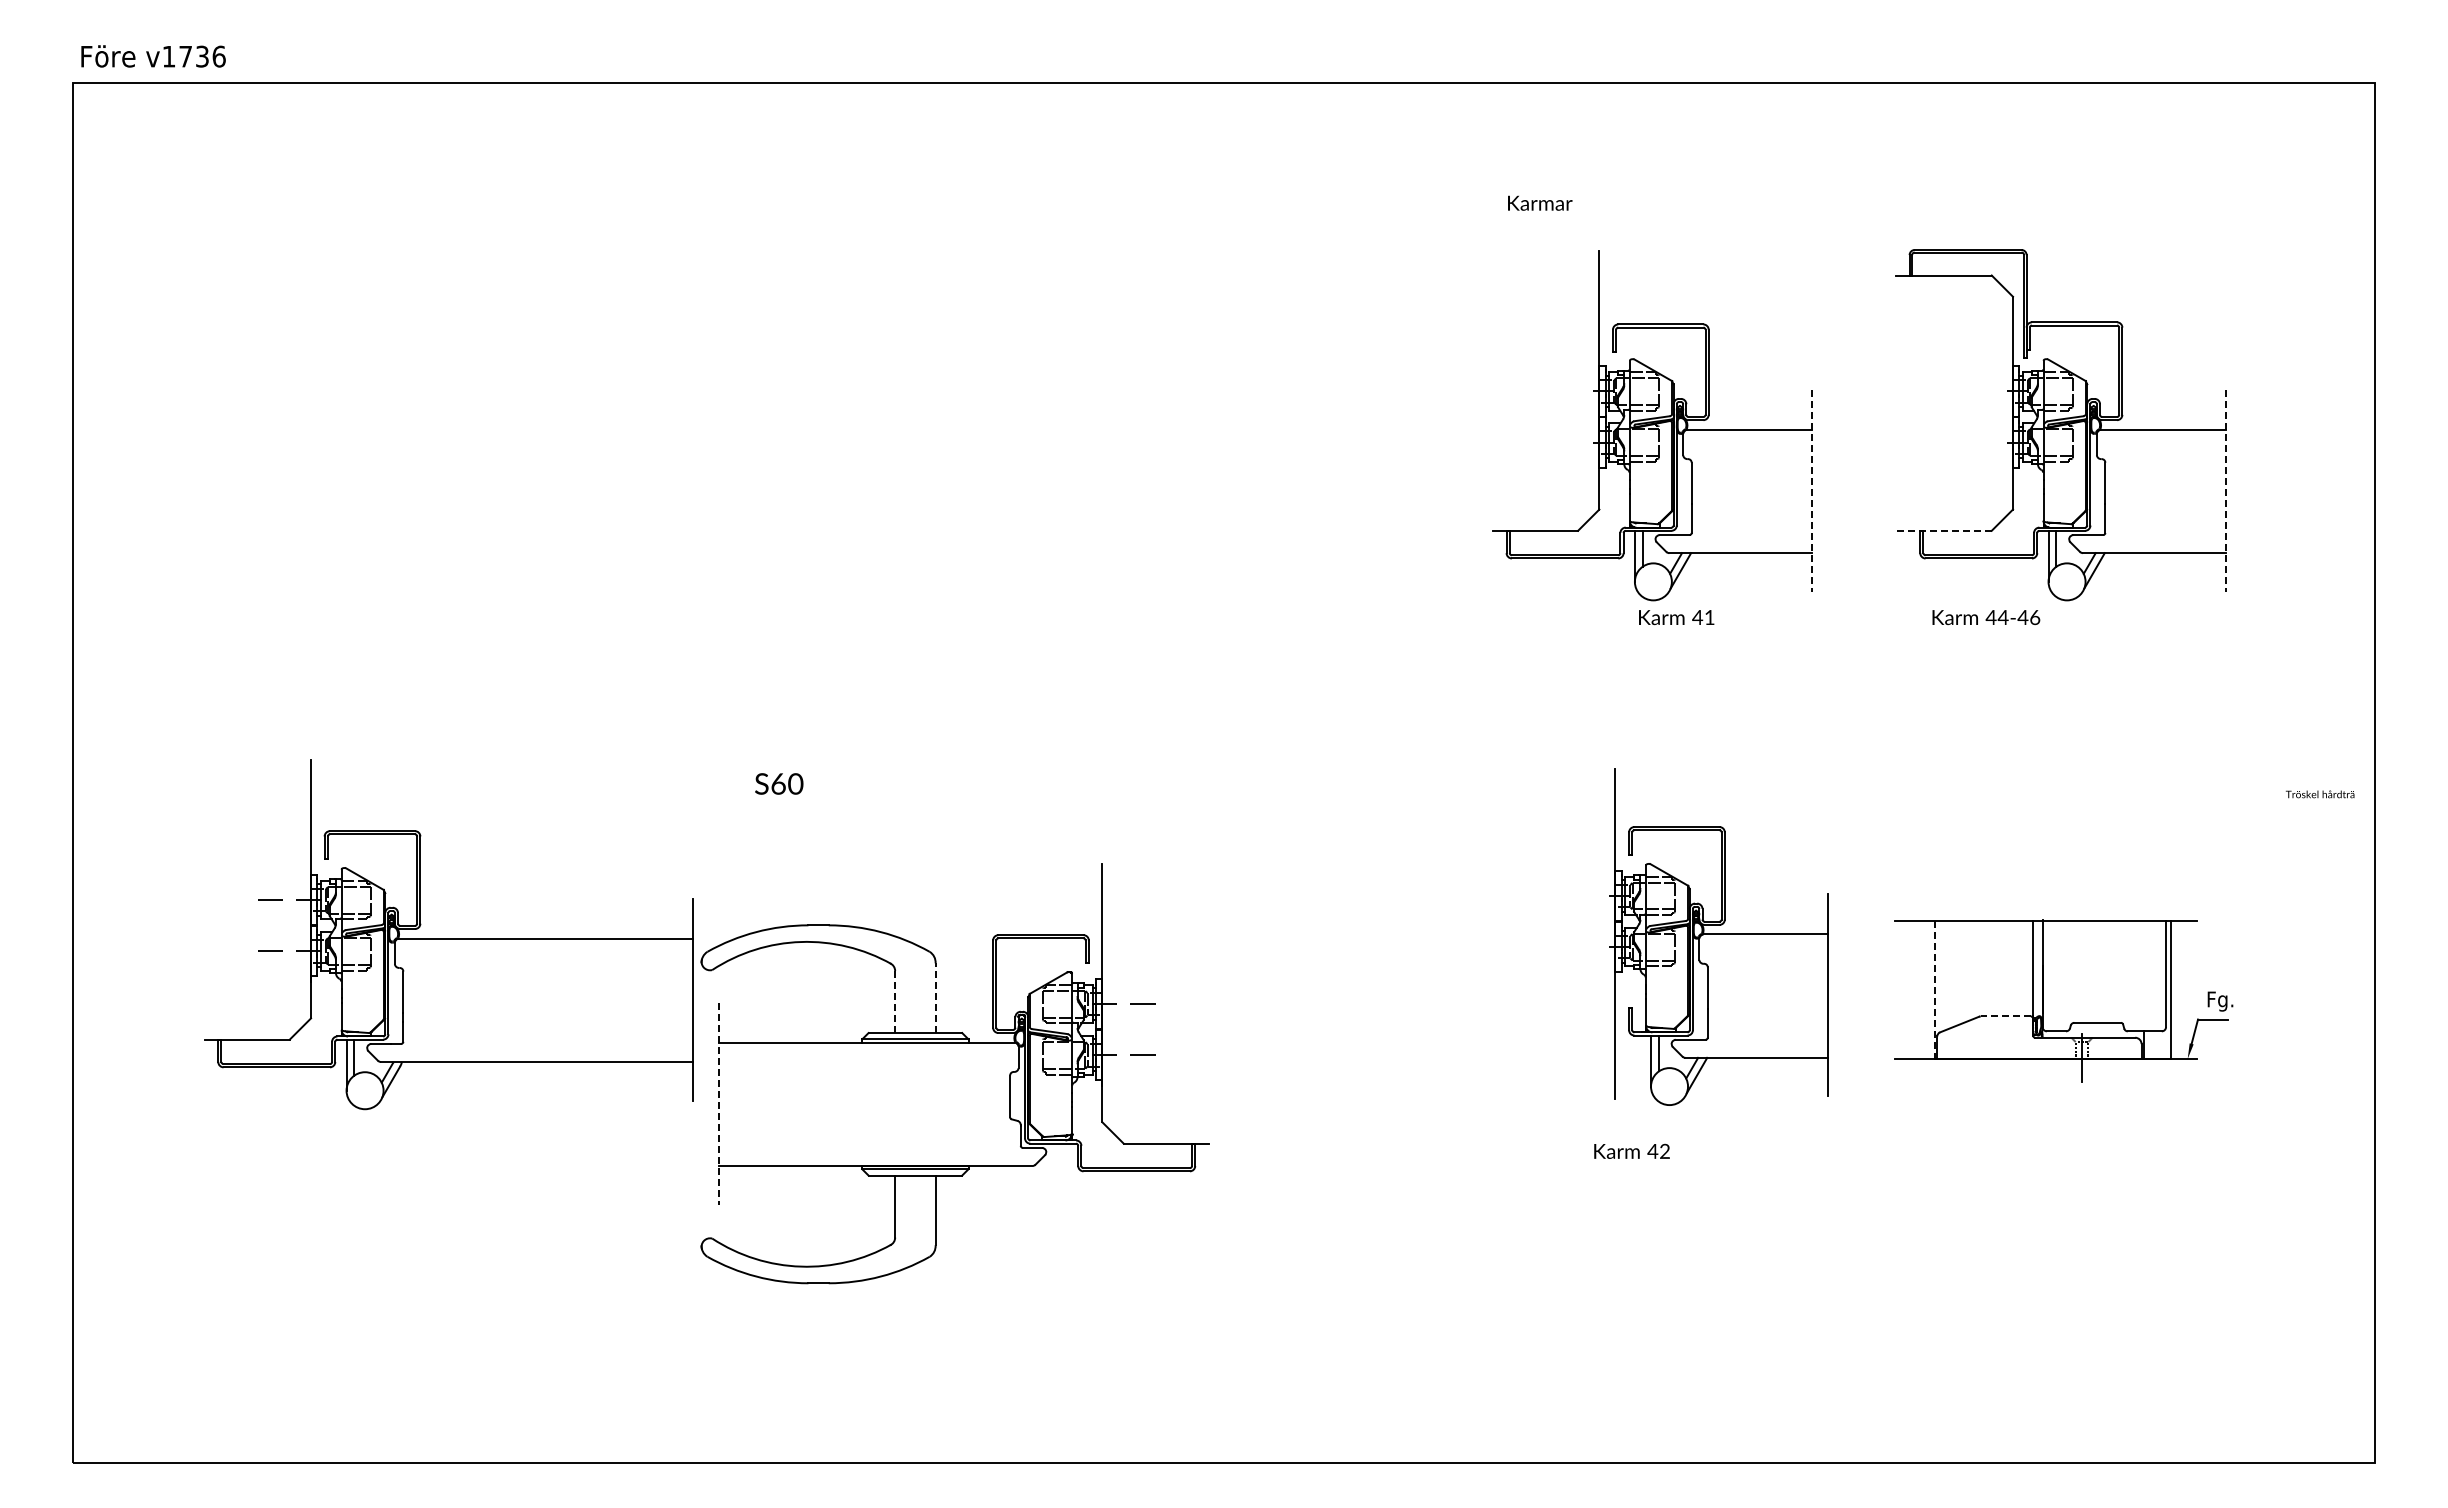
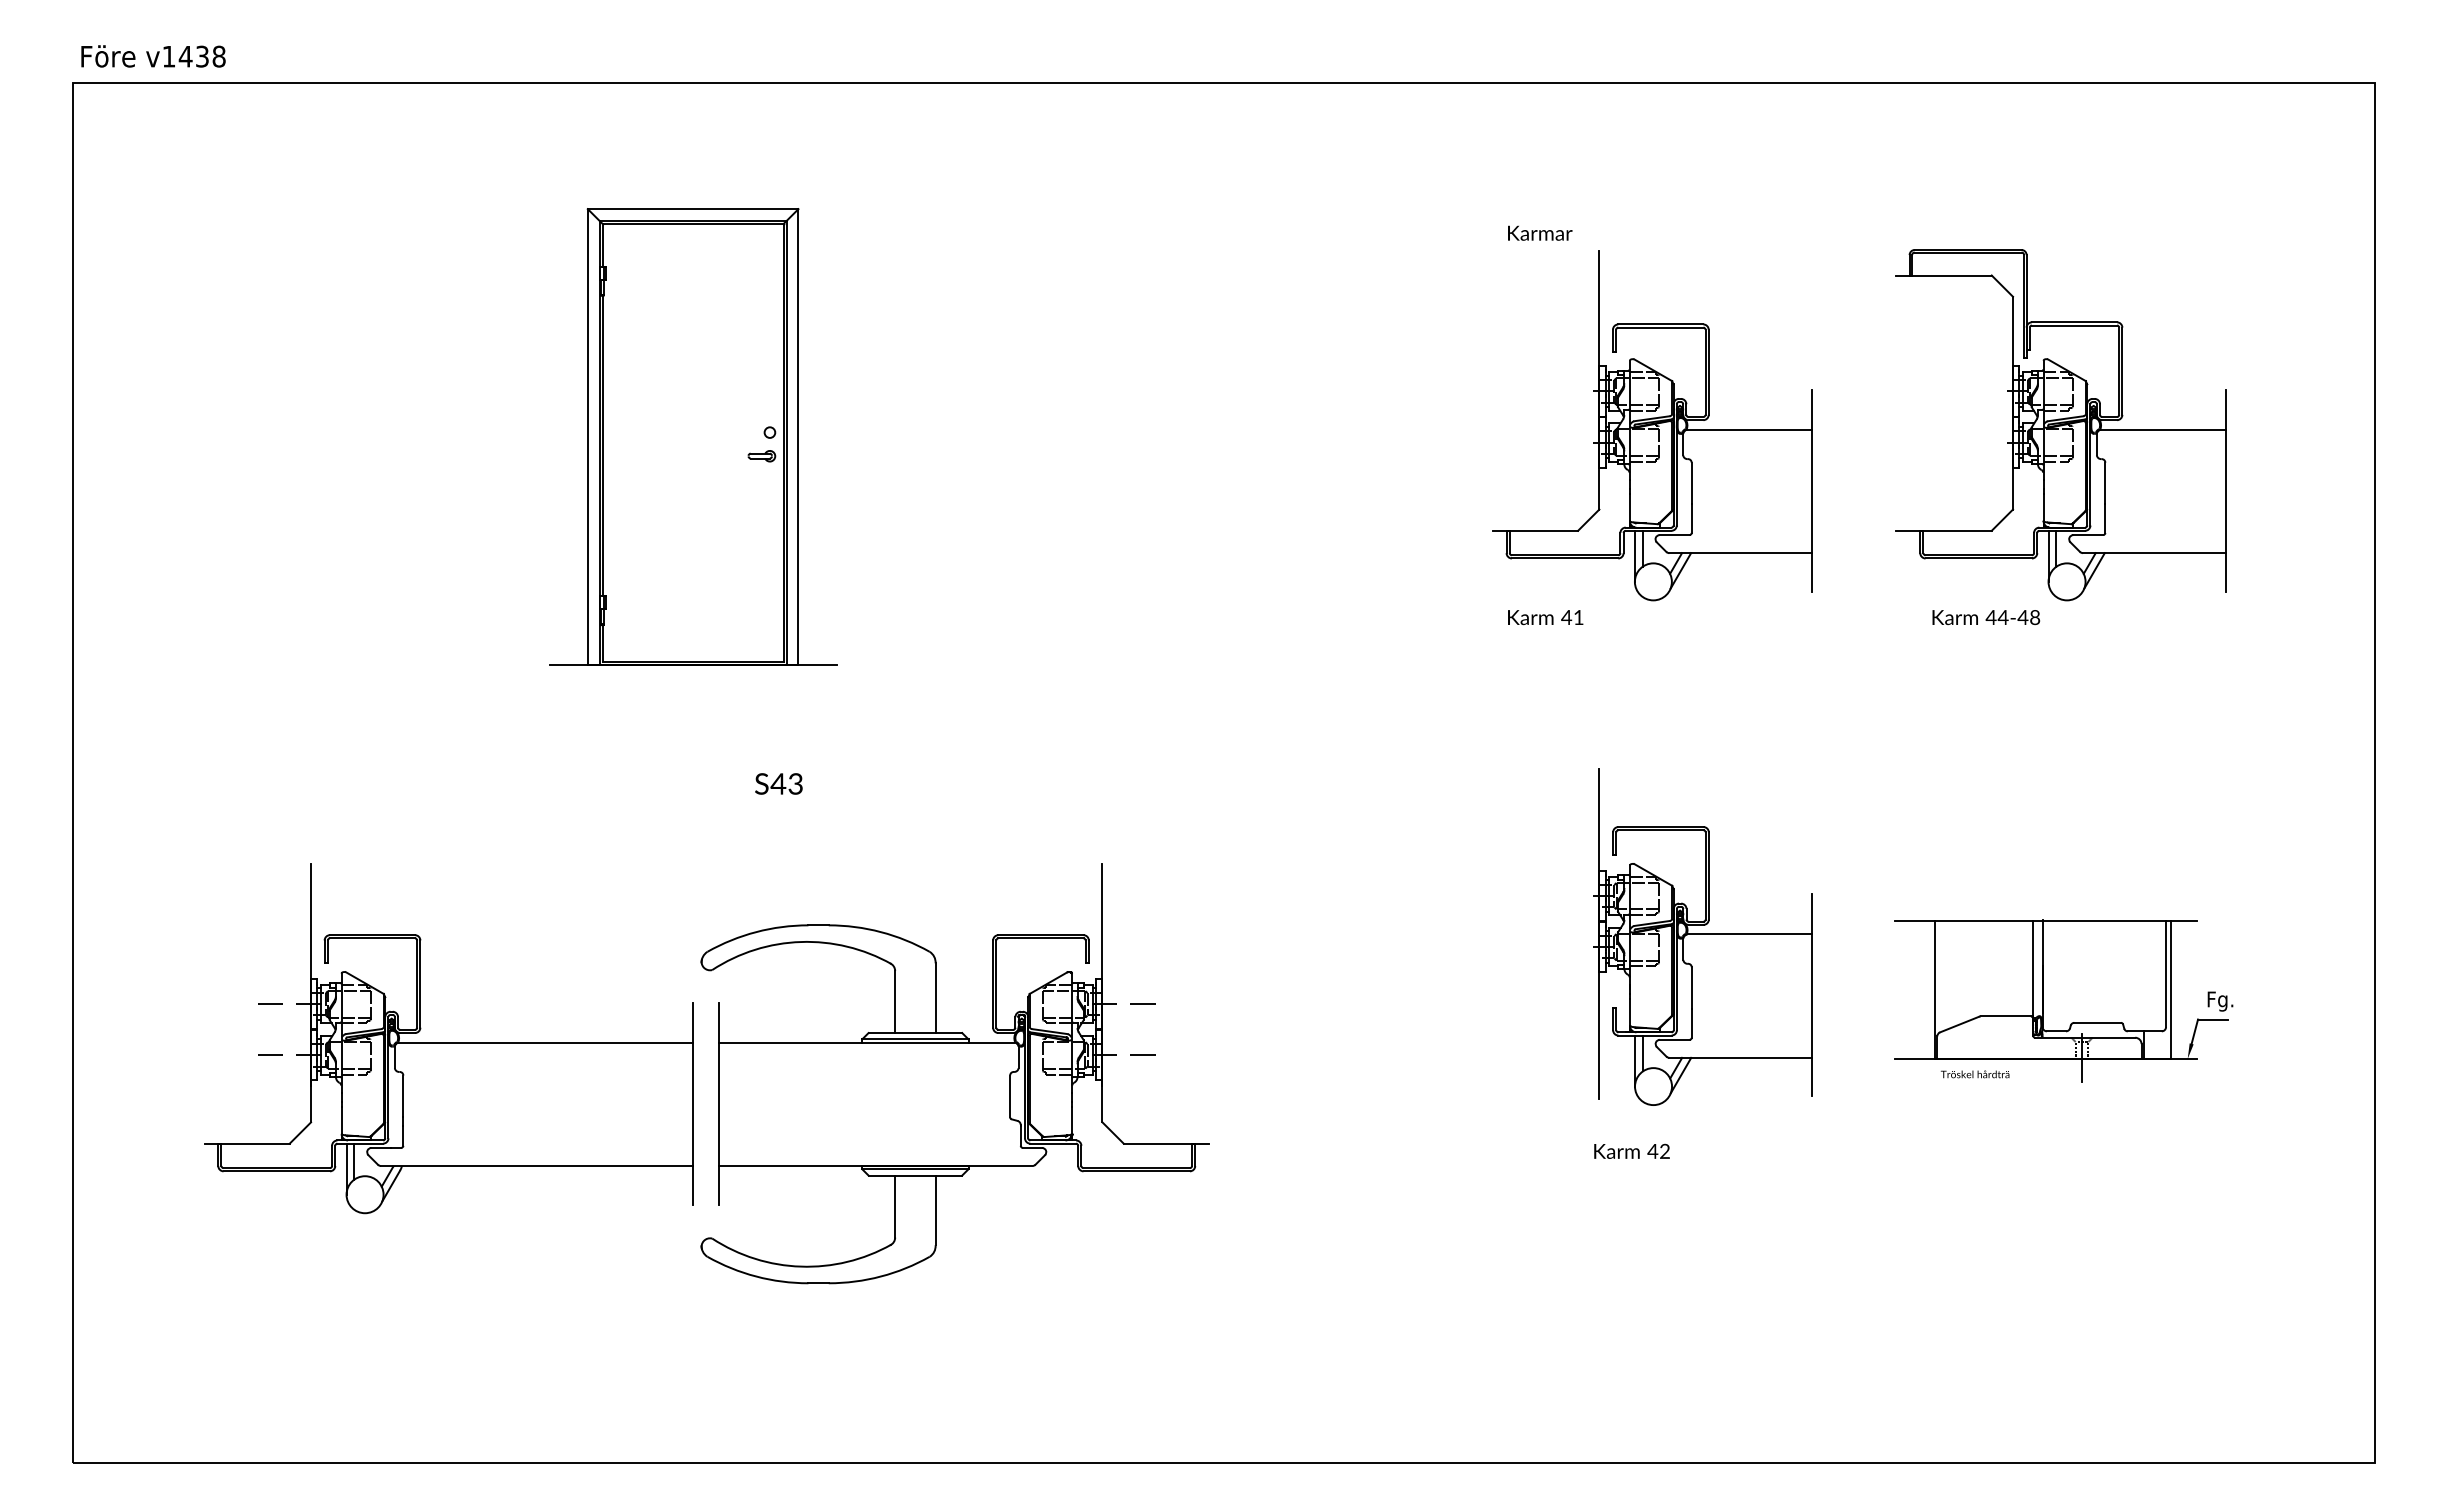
text at (201, 56): v1736 -> v1438
text at (1540, 202) position: (1540, 202) -> (1540, 232)
part at (693, 436): none -> present
line at (1812, 491): dashed -> solid
line at (2225, 491): dashed -> solid
line at (1943, 530): dashed -> solid
text at (1676, 617) position: (1676, 617) -> (1545, 617)
text at (2035, 617): 44-46 -> 44-48
text at (786, 783): S60 -> S43
text at (2320, 794) position: (2320, 794) -> (1975, 1074)
part at (448, 934) position: (448, 934) -> (448, 1038)
part at (1718, 936) position: (1718, 936) -> (1702, 936)
line at (1935, 990): dashed -> solid
line at (935, 998): dashed -> solid
line at (895, 1002): dashed -> solid
line at (2005, 1016): dashed -> solid
line at (718, 1104): dashed -> solid
